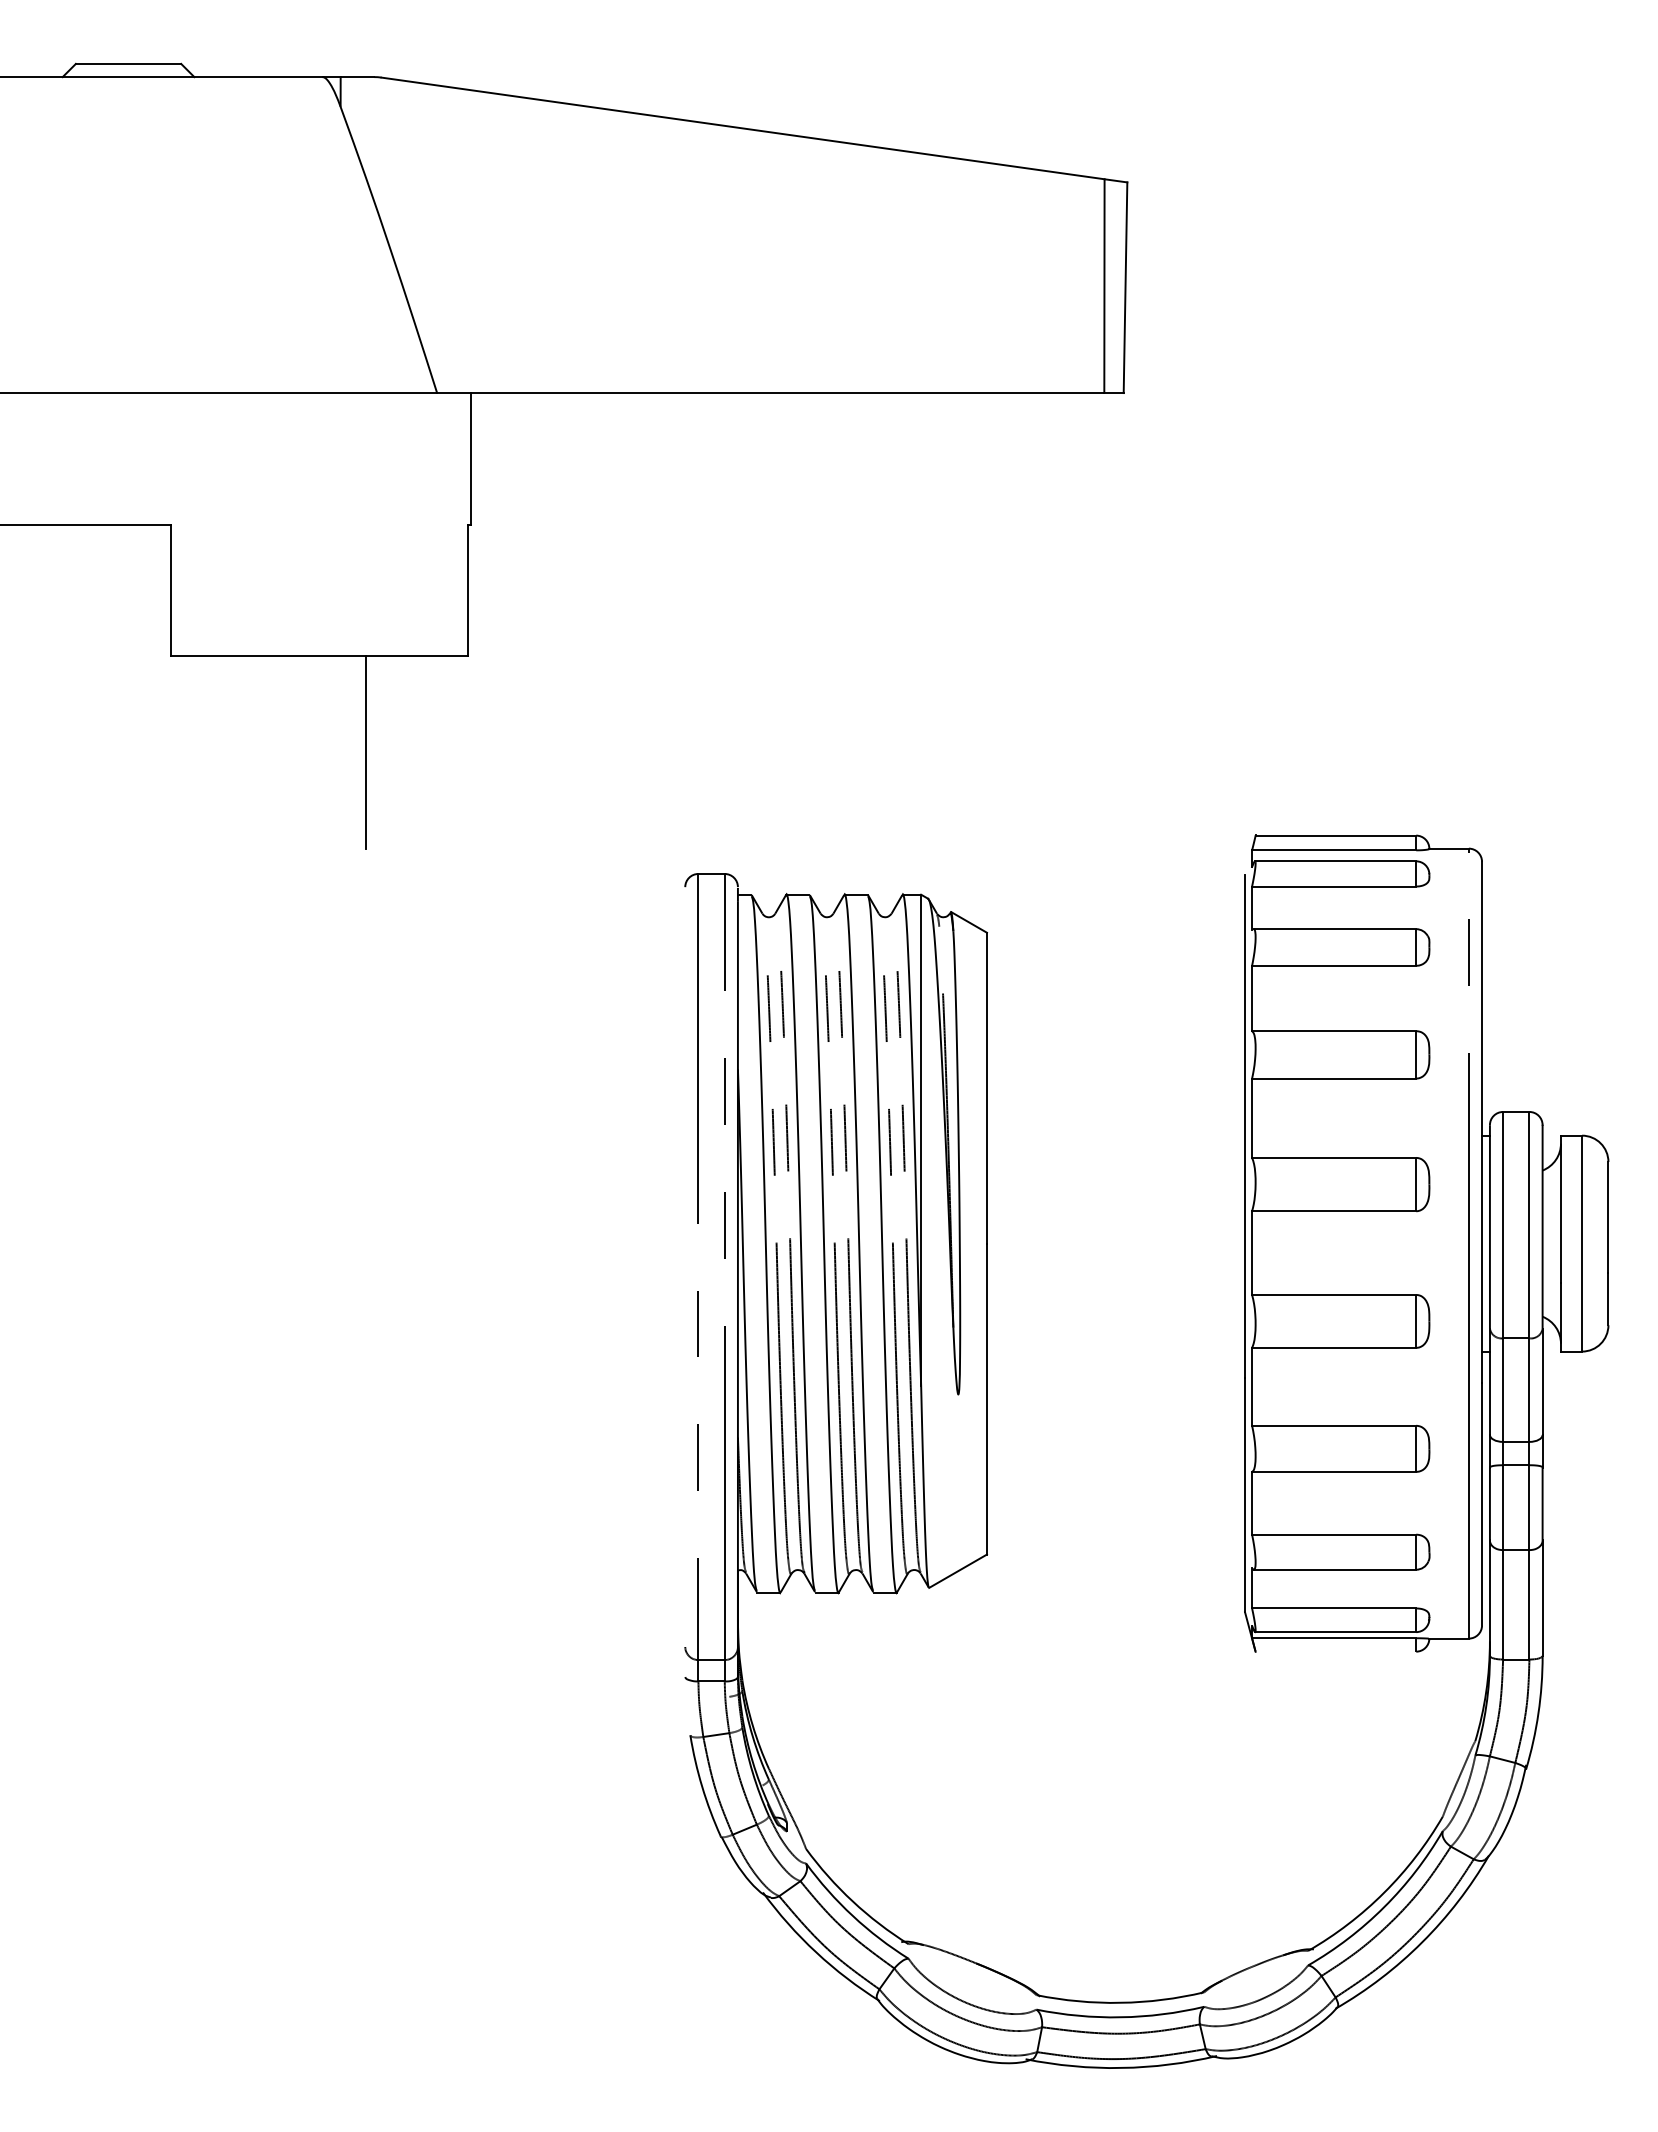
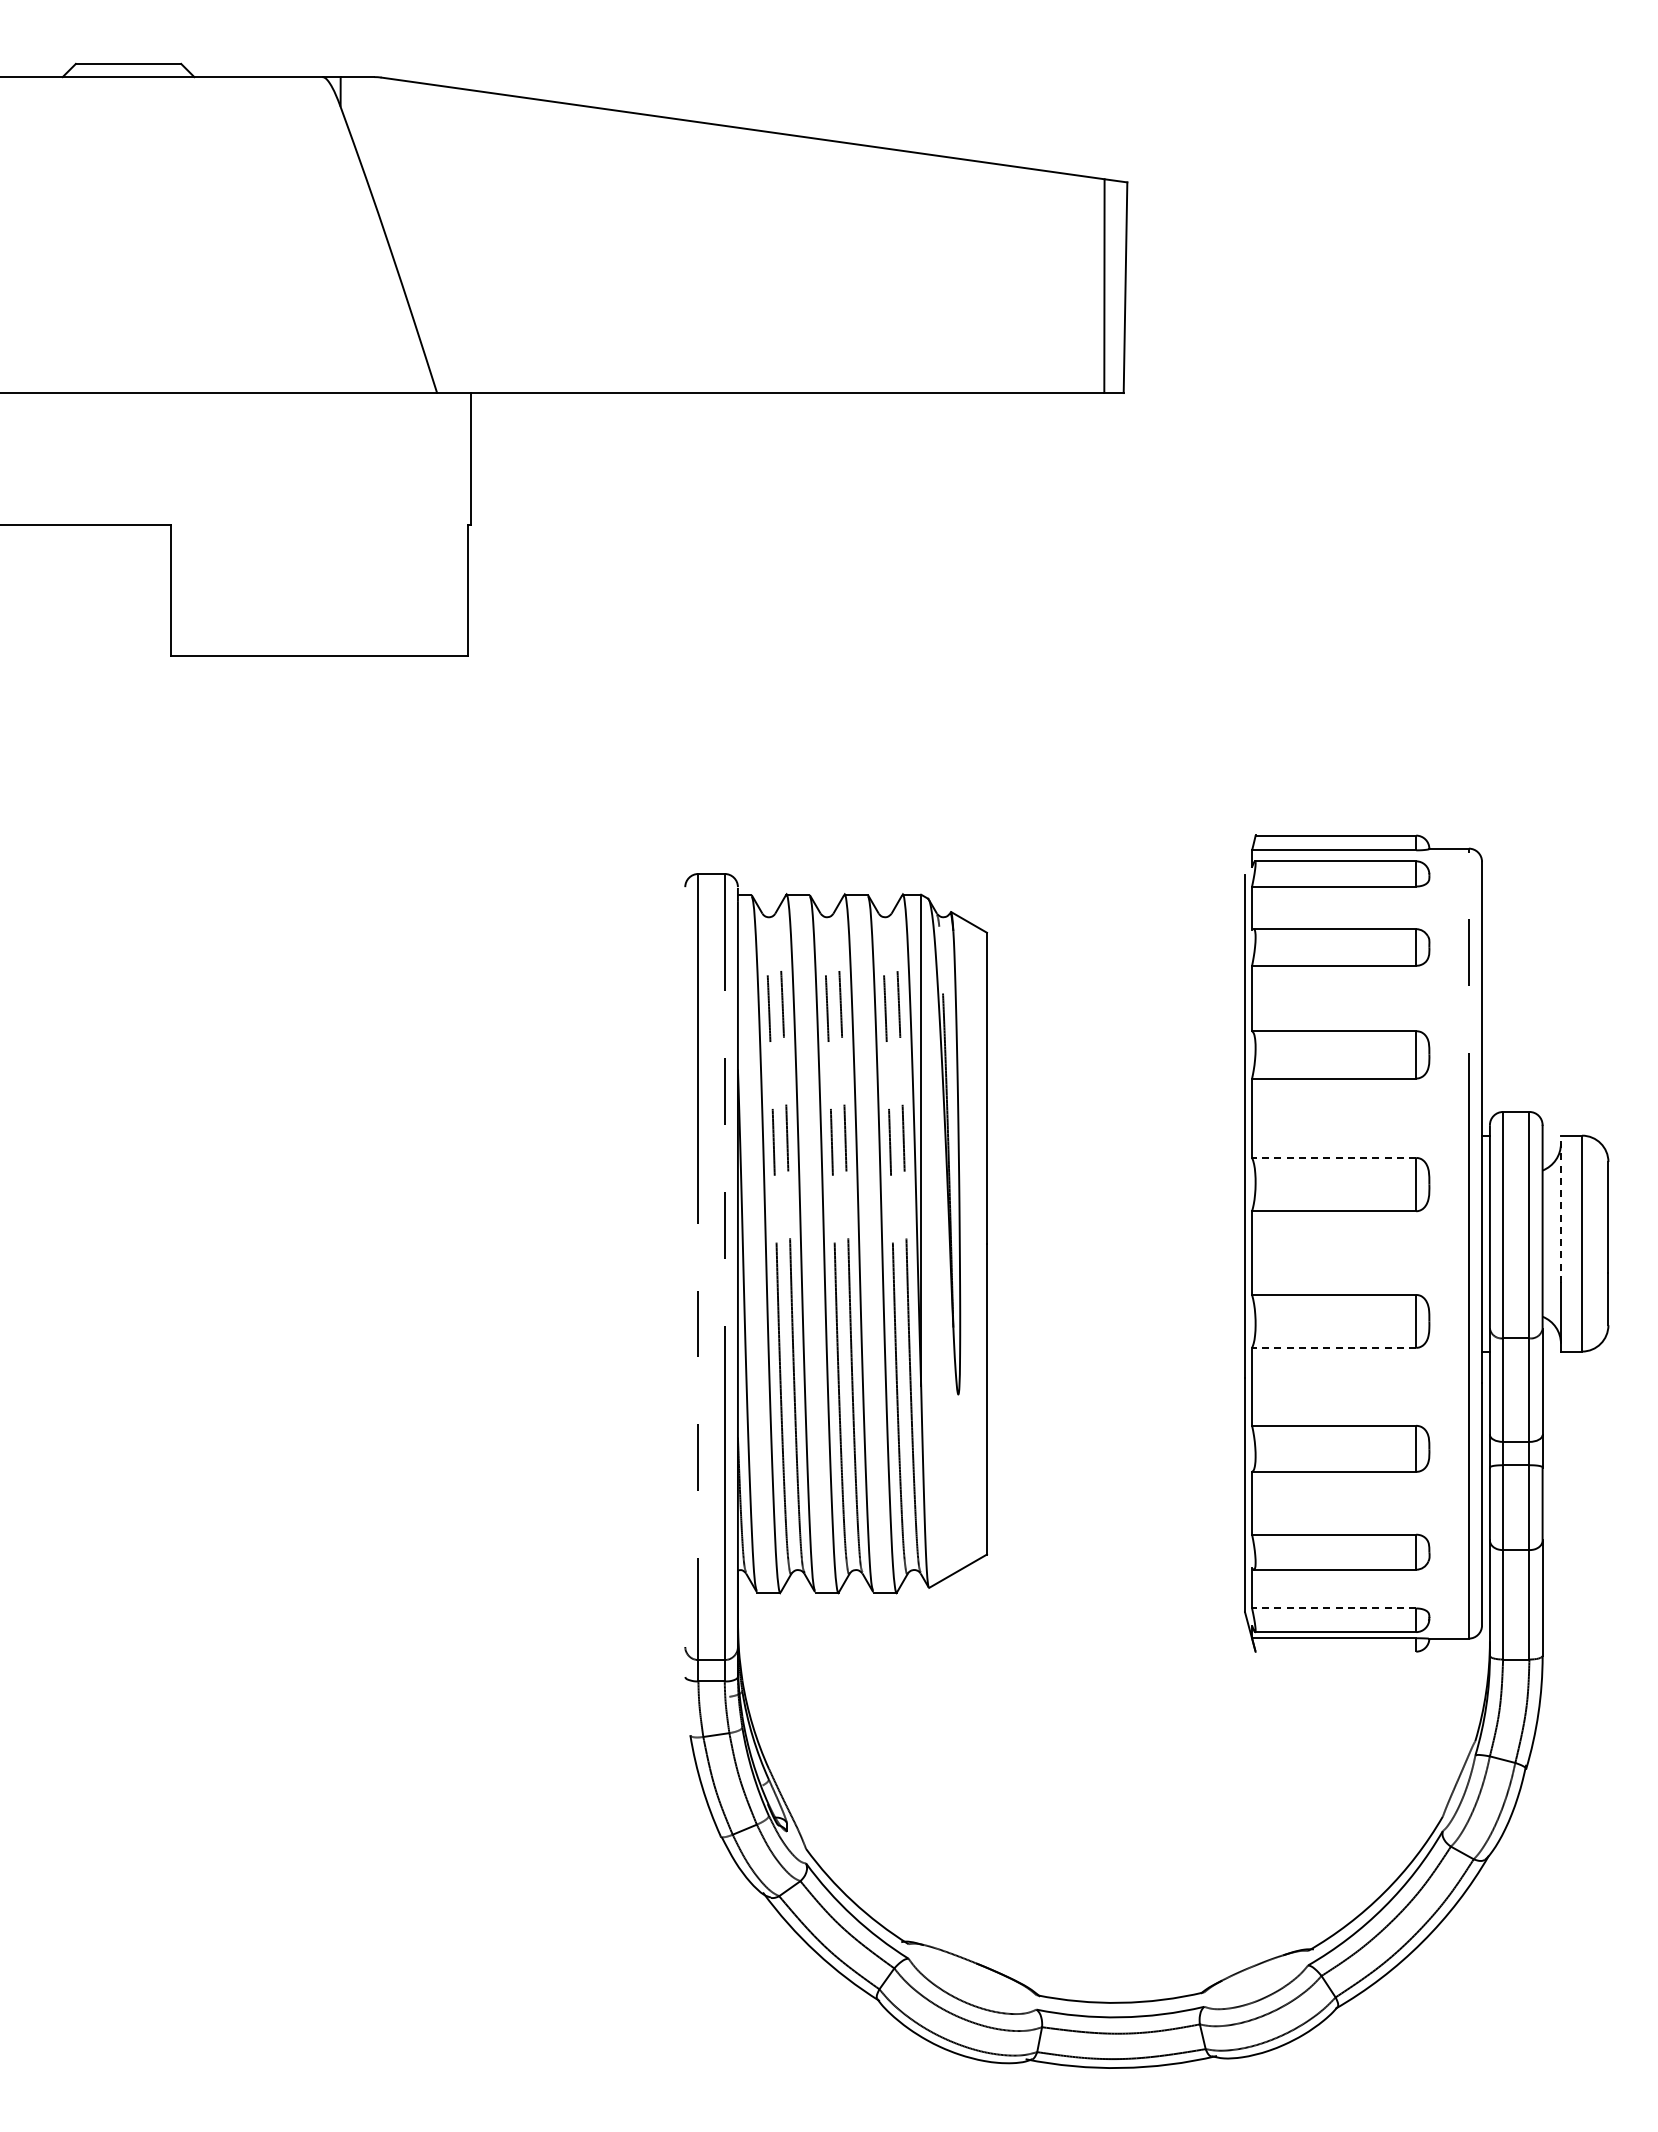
line at (365, 752): present -> none
line at (1333, 1157): solid -> dashed
line at (1560, 1209): solid -> dashed
line at (1333, 1347): solid -> dashed
line at (1333, 1608): solid -> dashed
